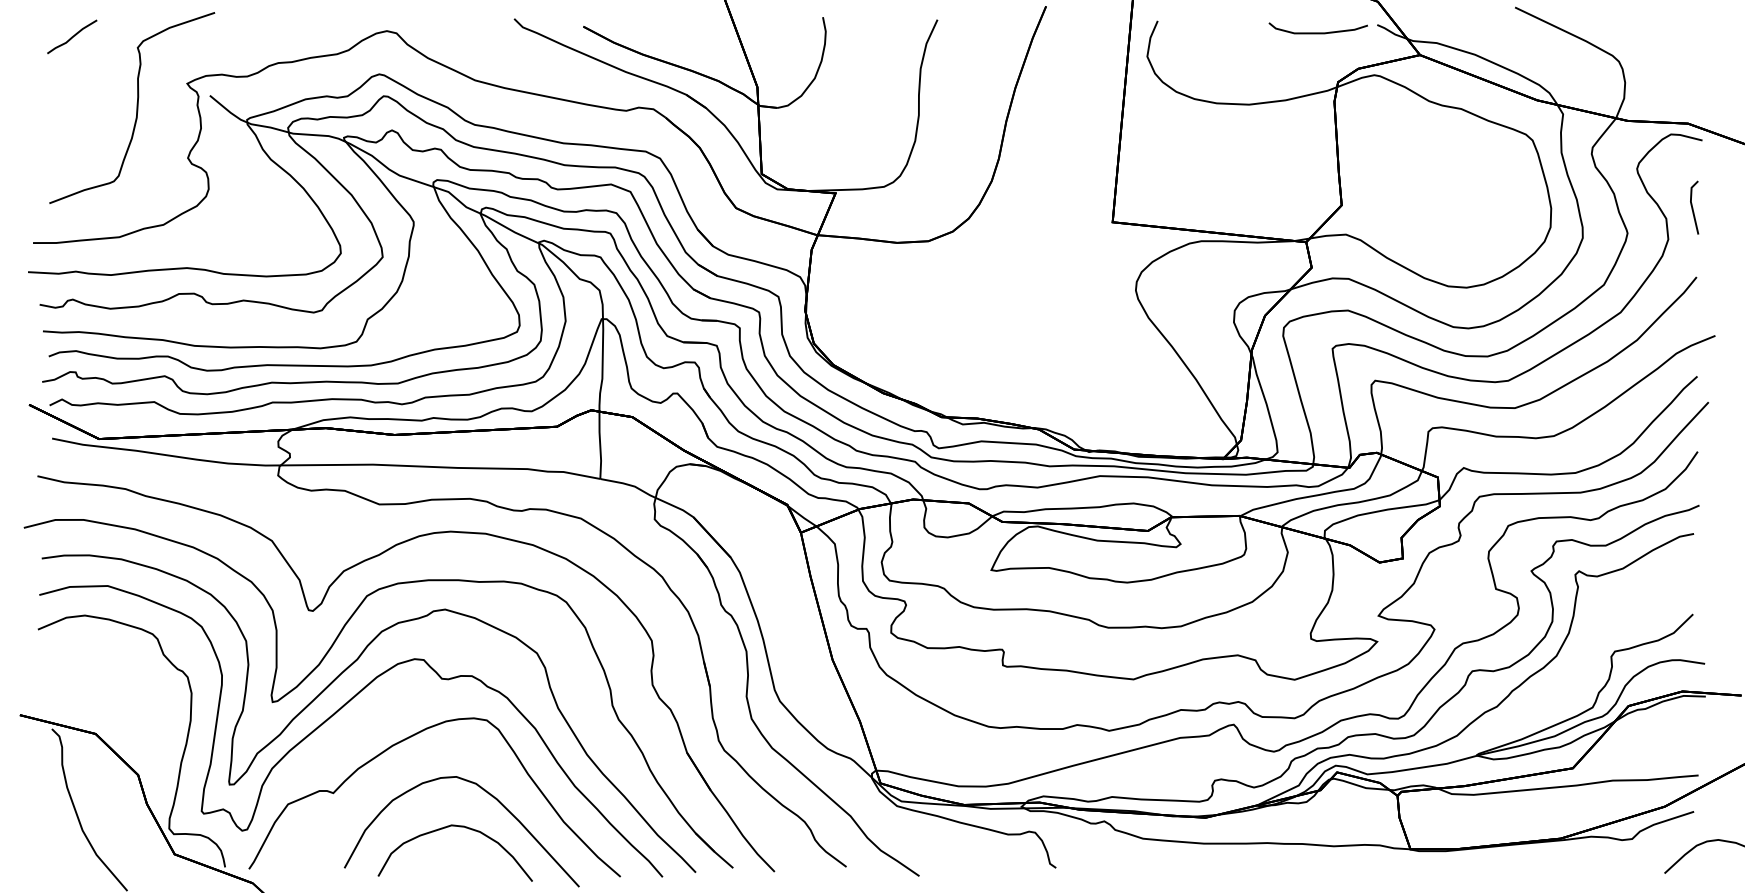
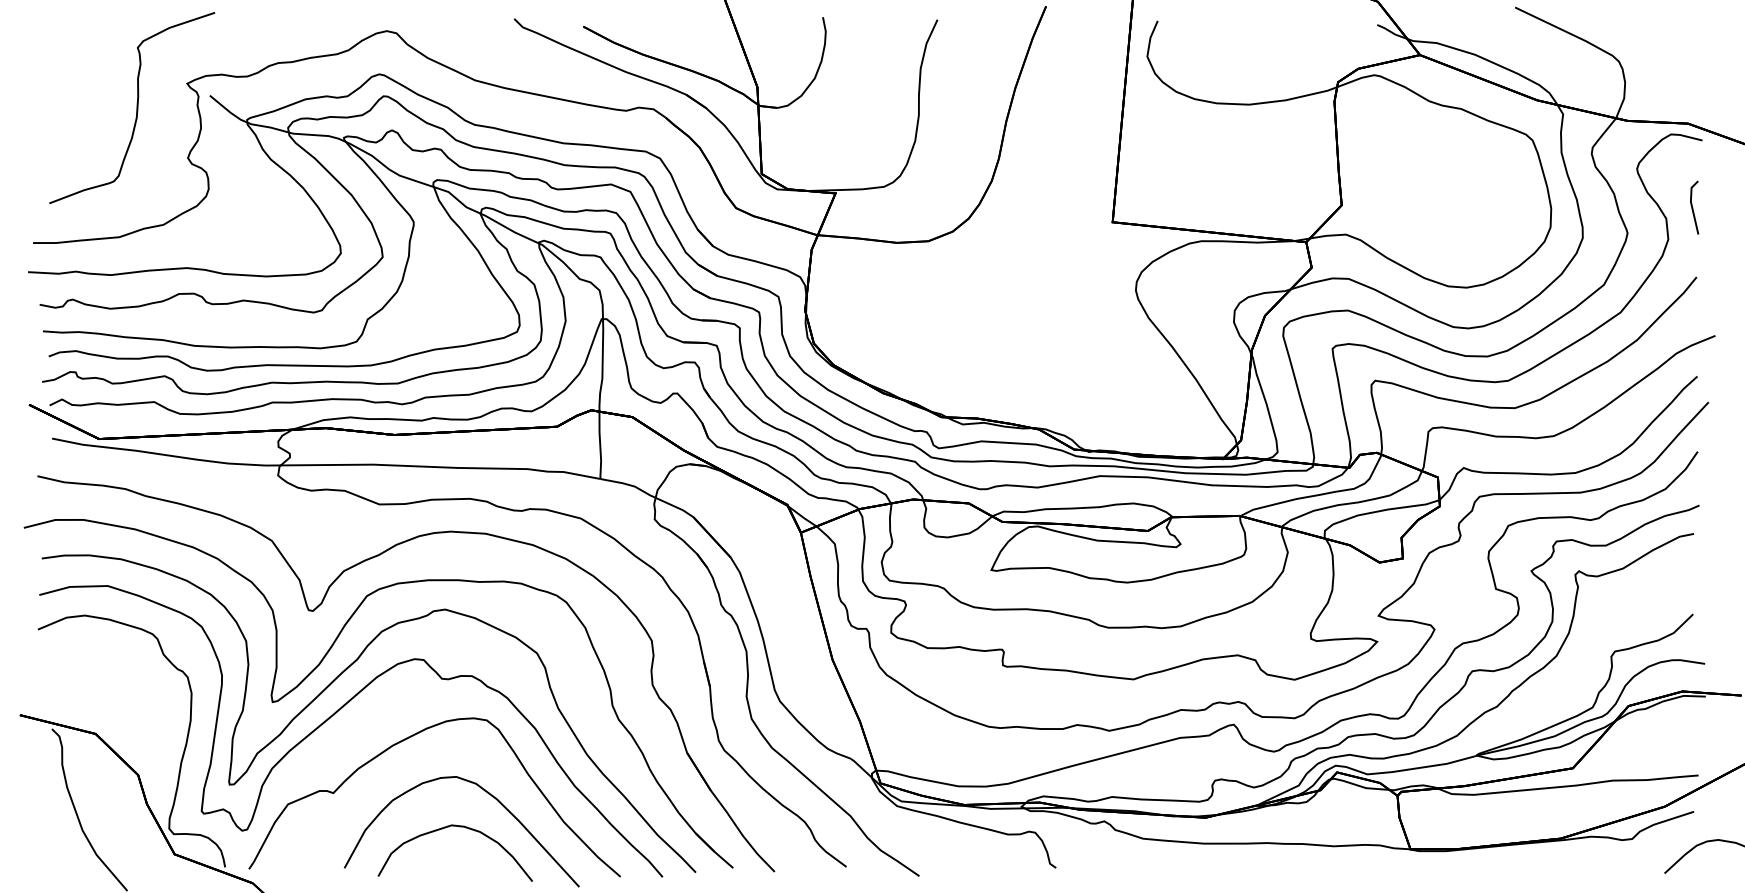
curve at (1317, 32): present -> none
curve at (72, 36): present -> none
